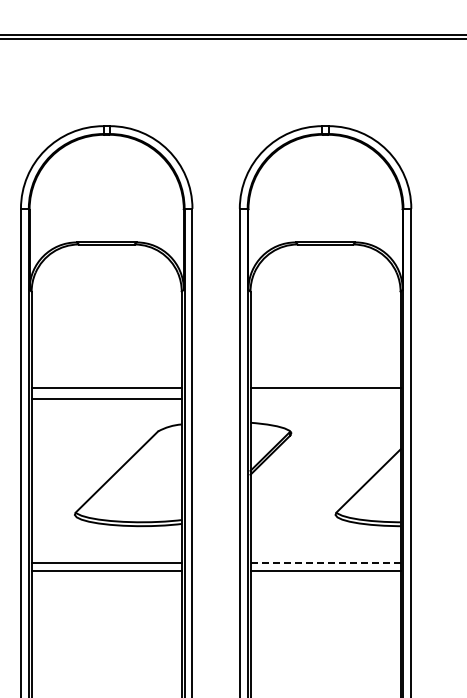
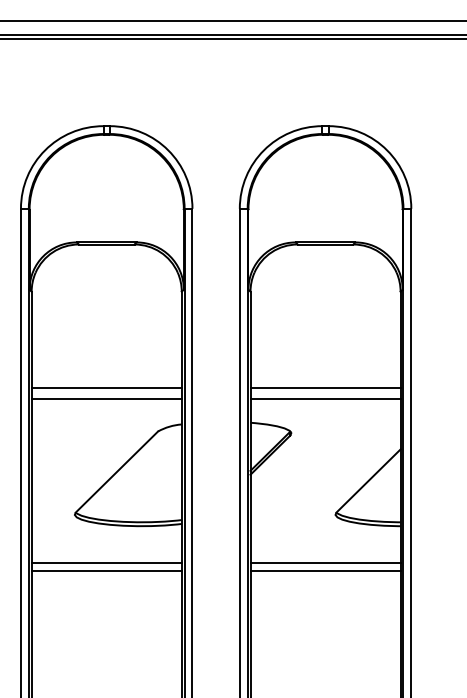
line at (232, 20): none -> present
line at (325, 399): none -> present
line at (326, 562): dashed -> solid
